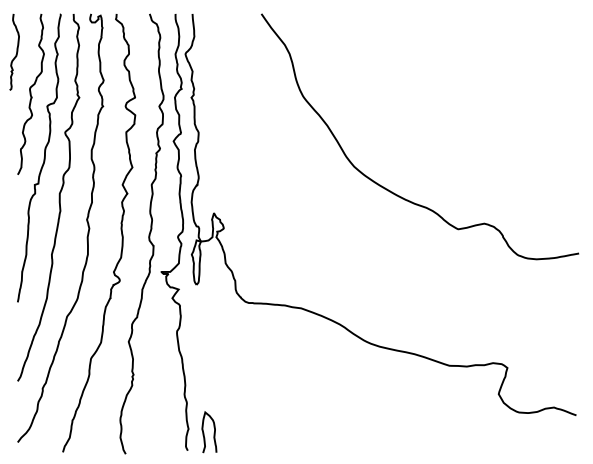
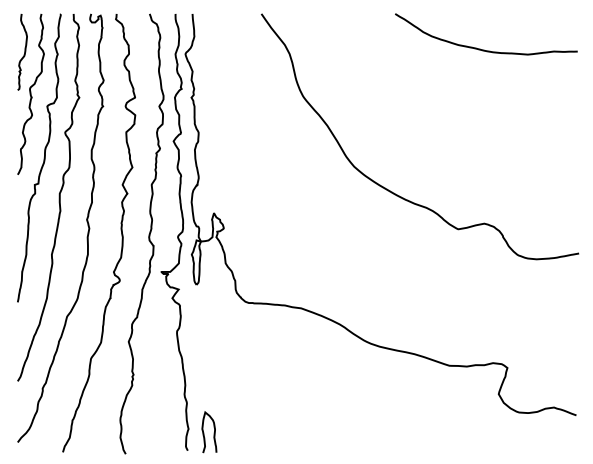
curve at (484, 49): none -> present
curve at (16, 51) position: (16, 51) -> (24, 51)
